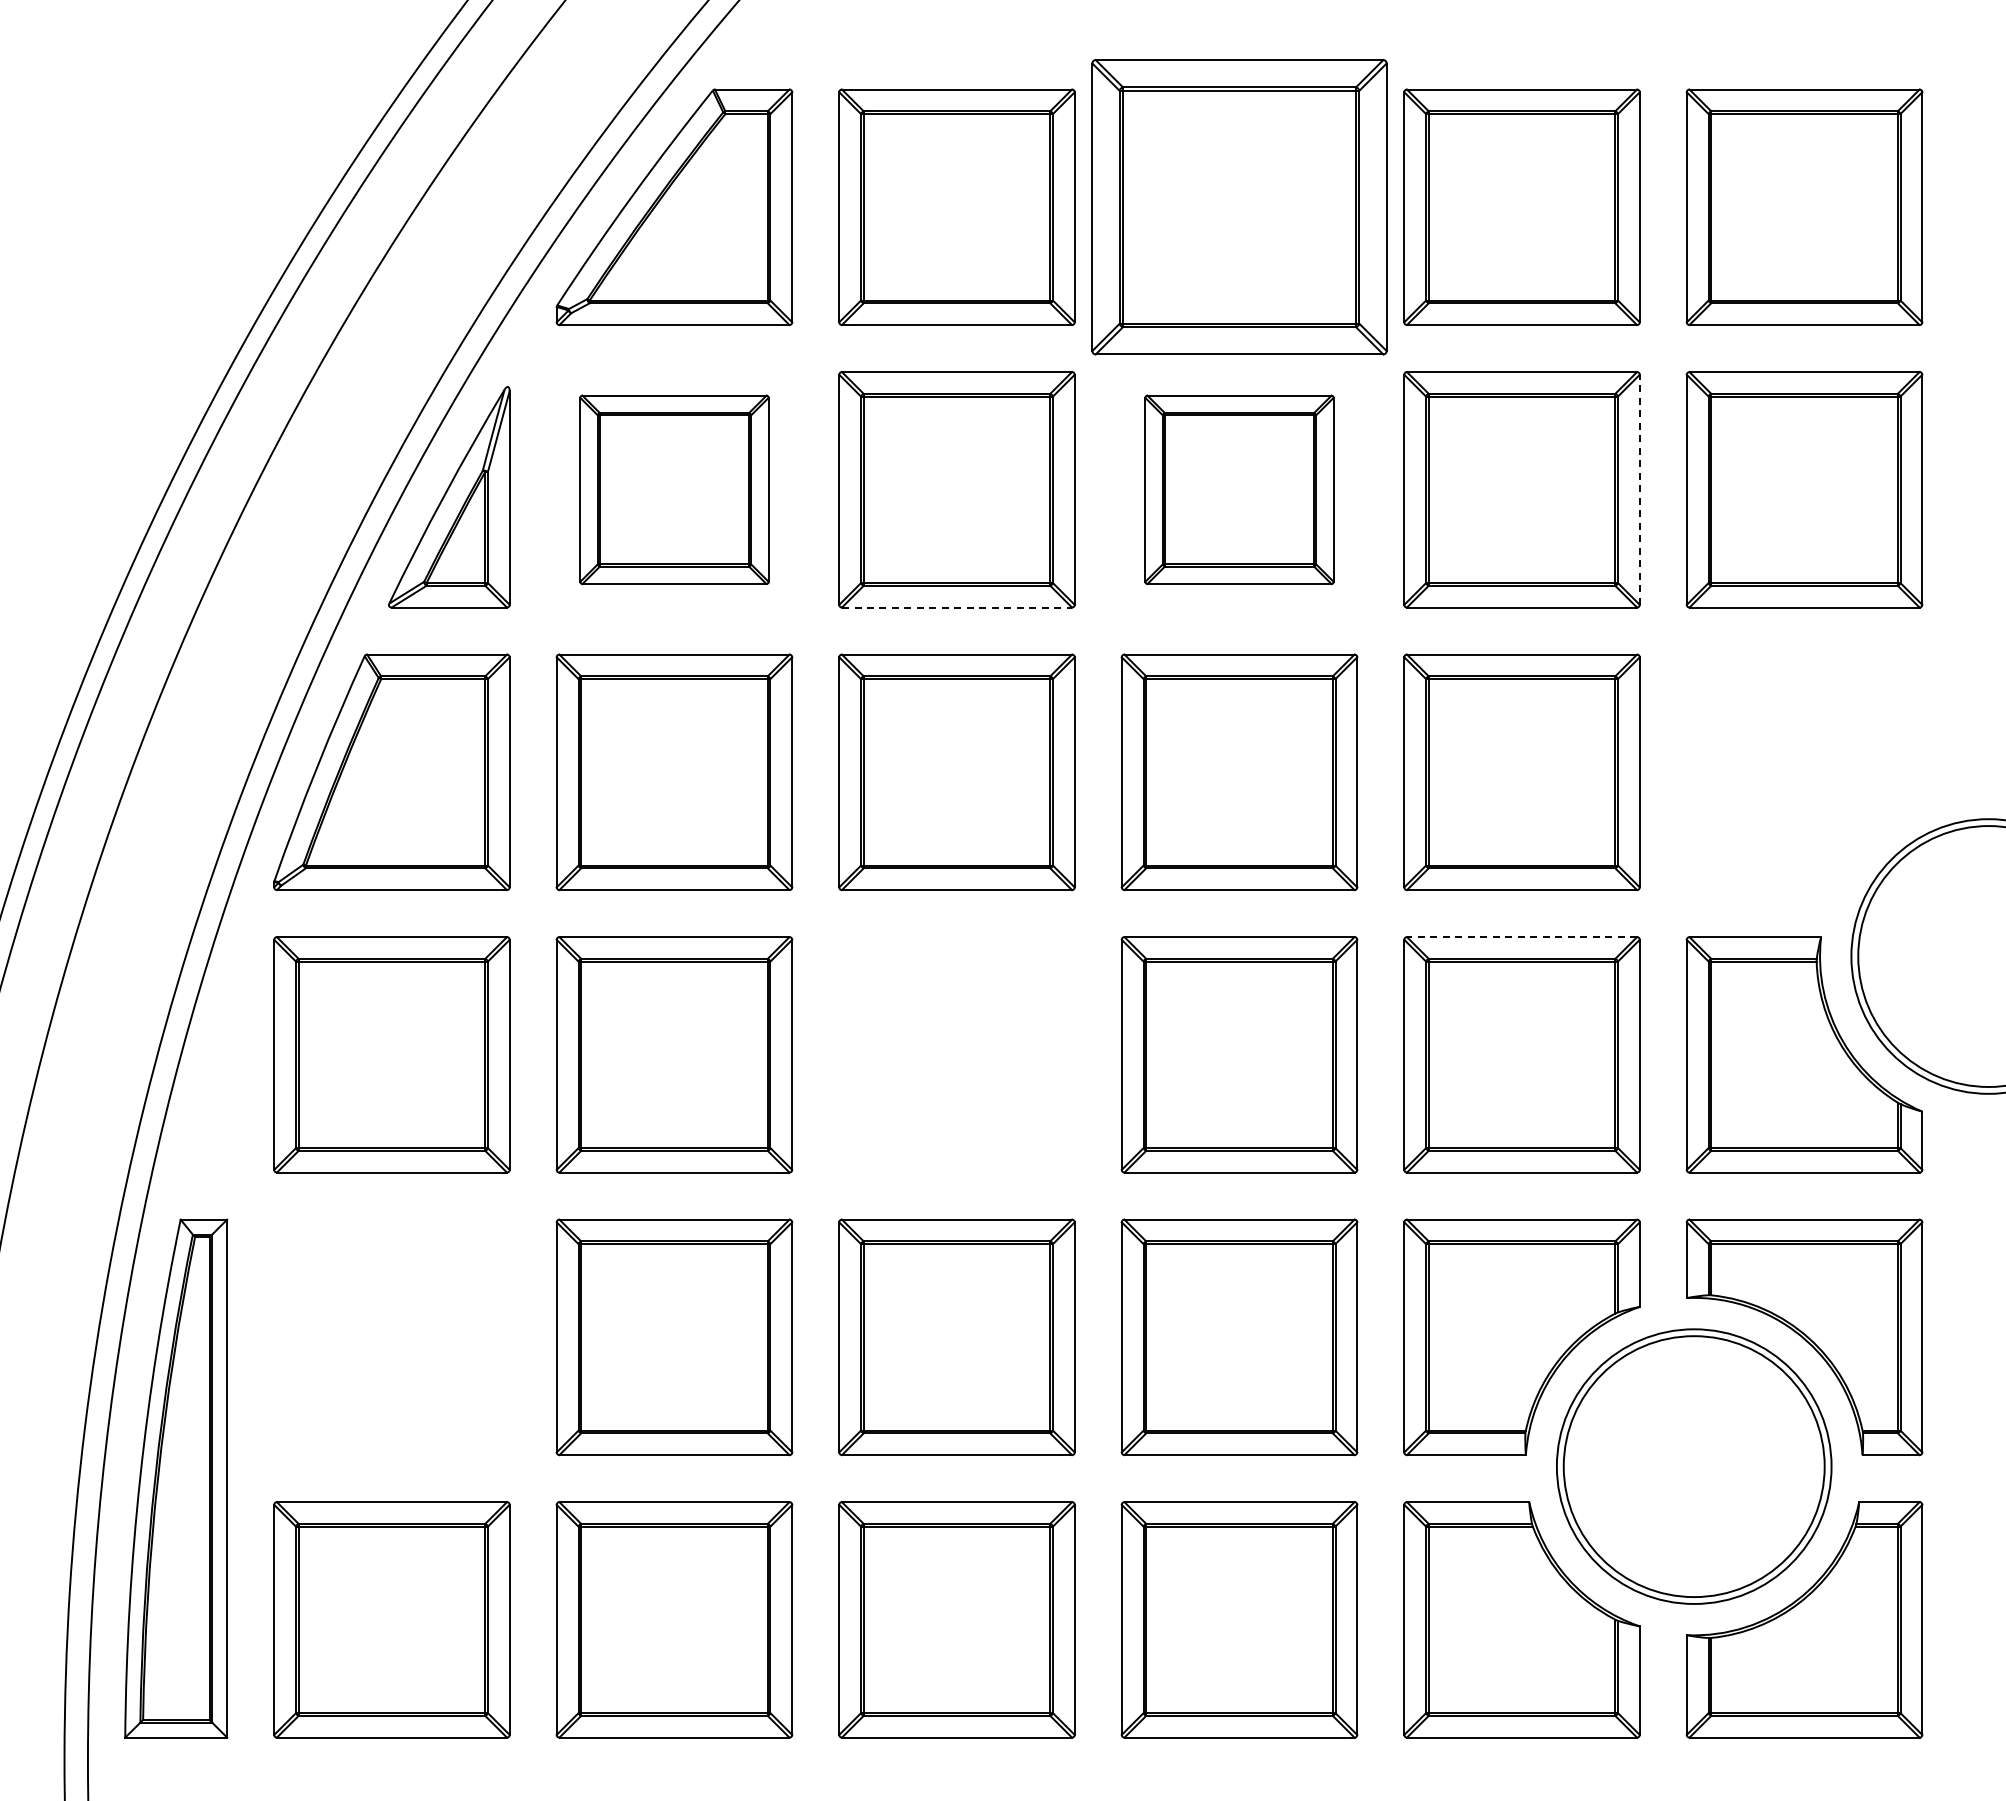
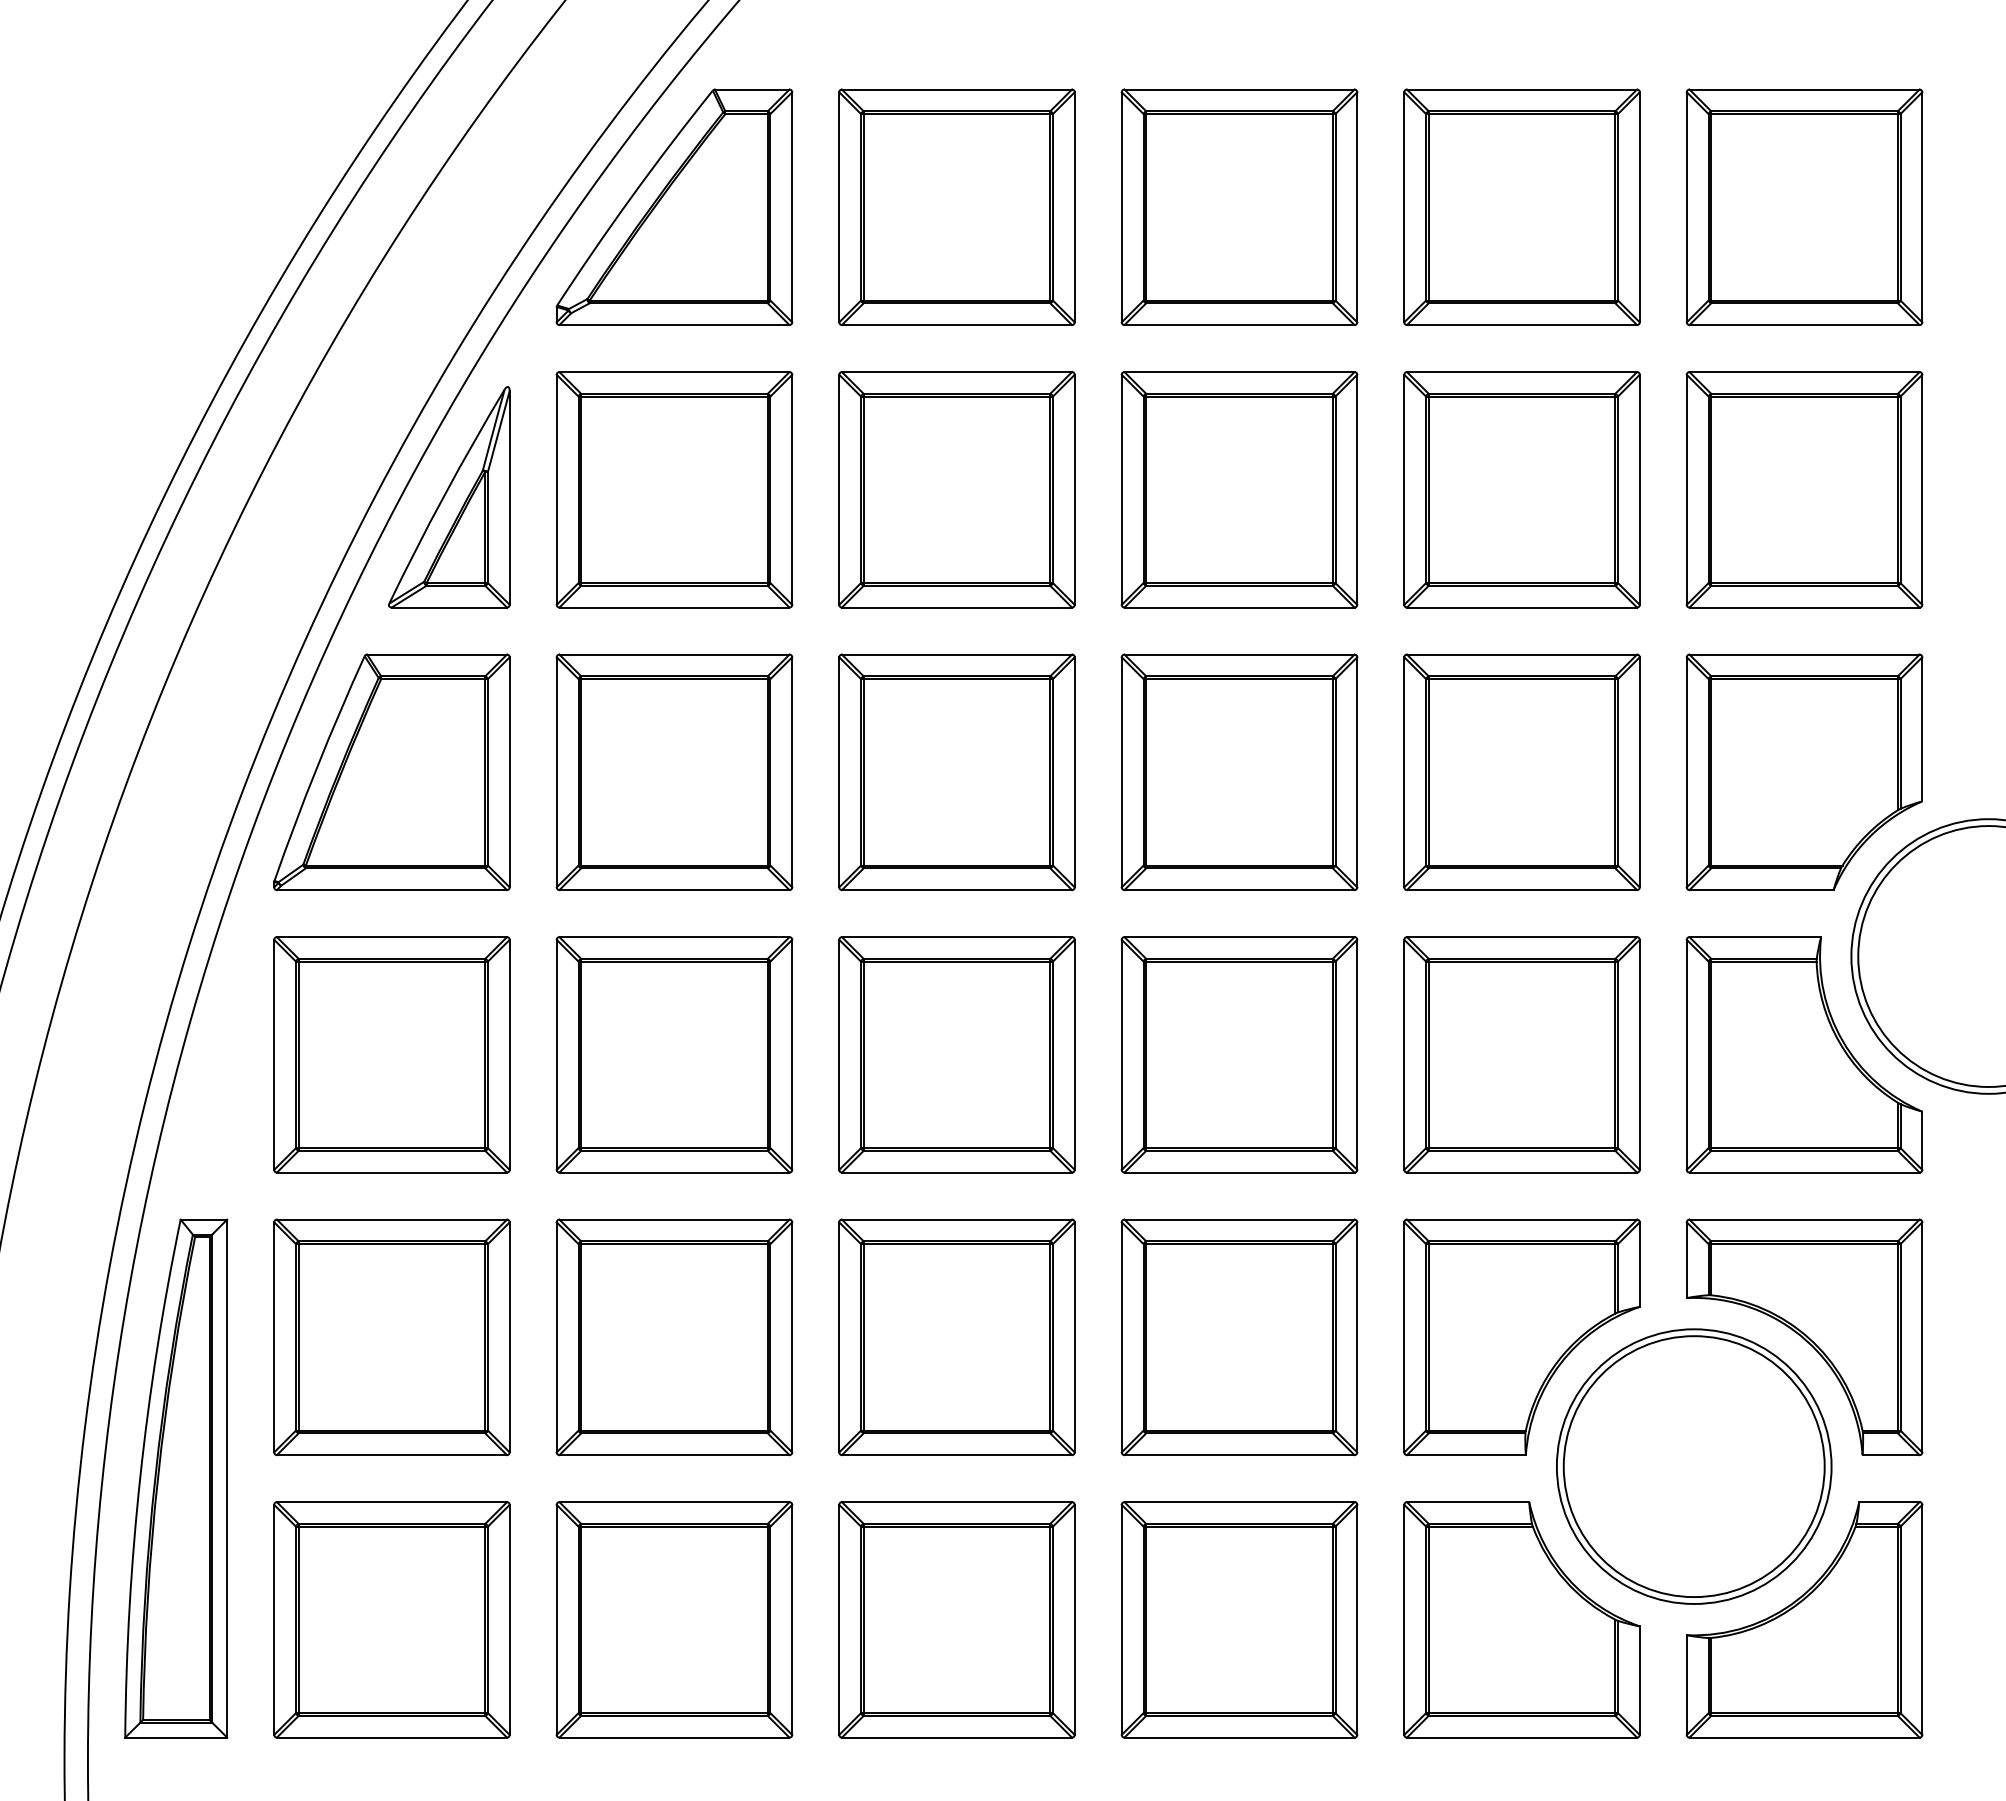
part at (1239, 207) size: 297x297 px -> 239x239 px
part at (674, 489) size: 191x192 px -> 239x238 px
part at (1239, 489) size: 191x192 px -> 239x238 px
line at (1639, 489): dashed -> solid
line at (957, 607): dashed -> solid
part at (1804, 772): none -> present
line at (1522, 937): dashed -> solid
part at (956, 1054): none -> present
part at (391, 1337): none -> present
